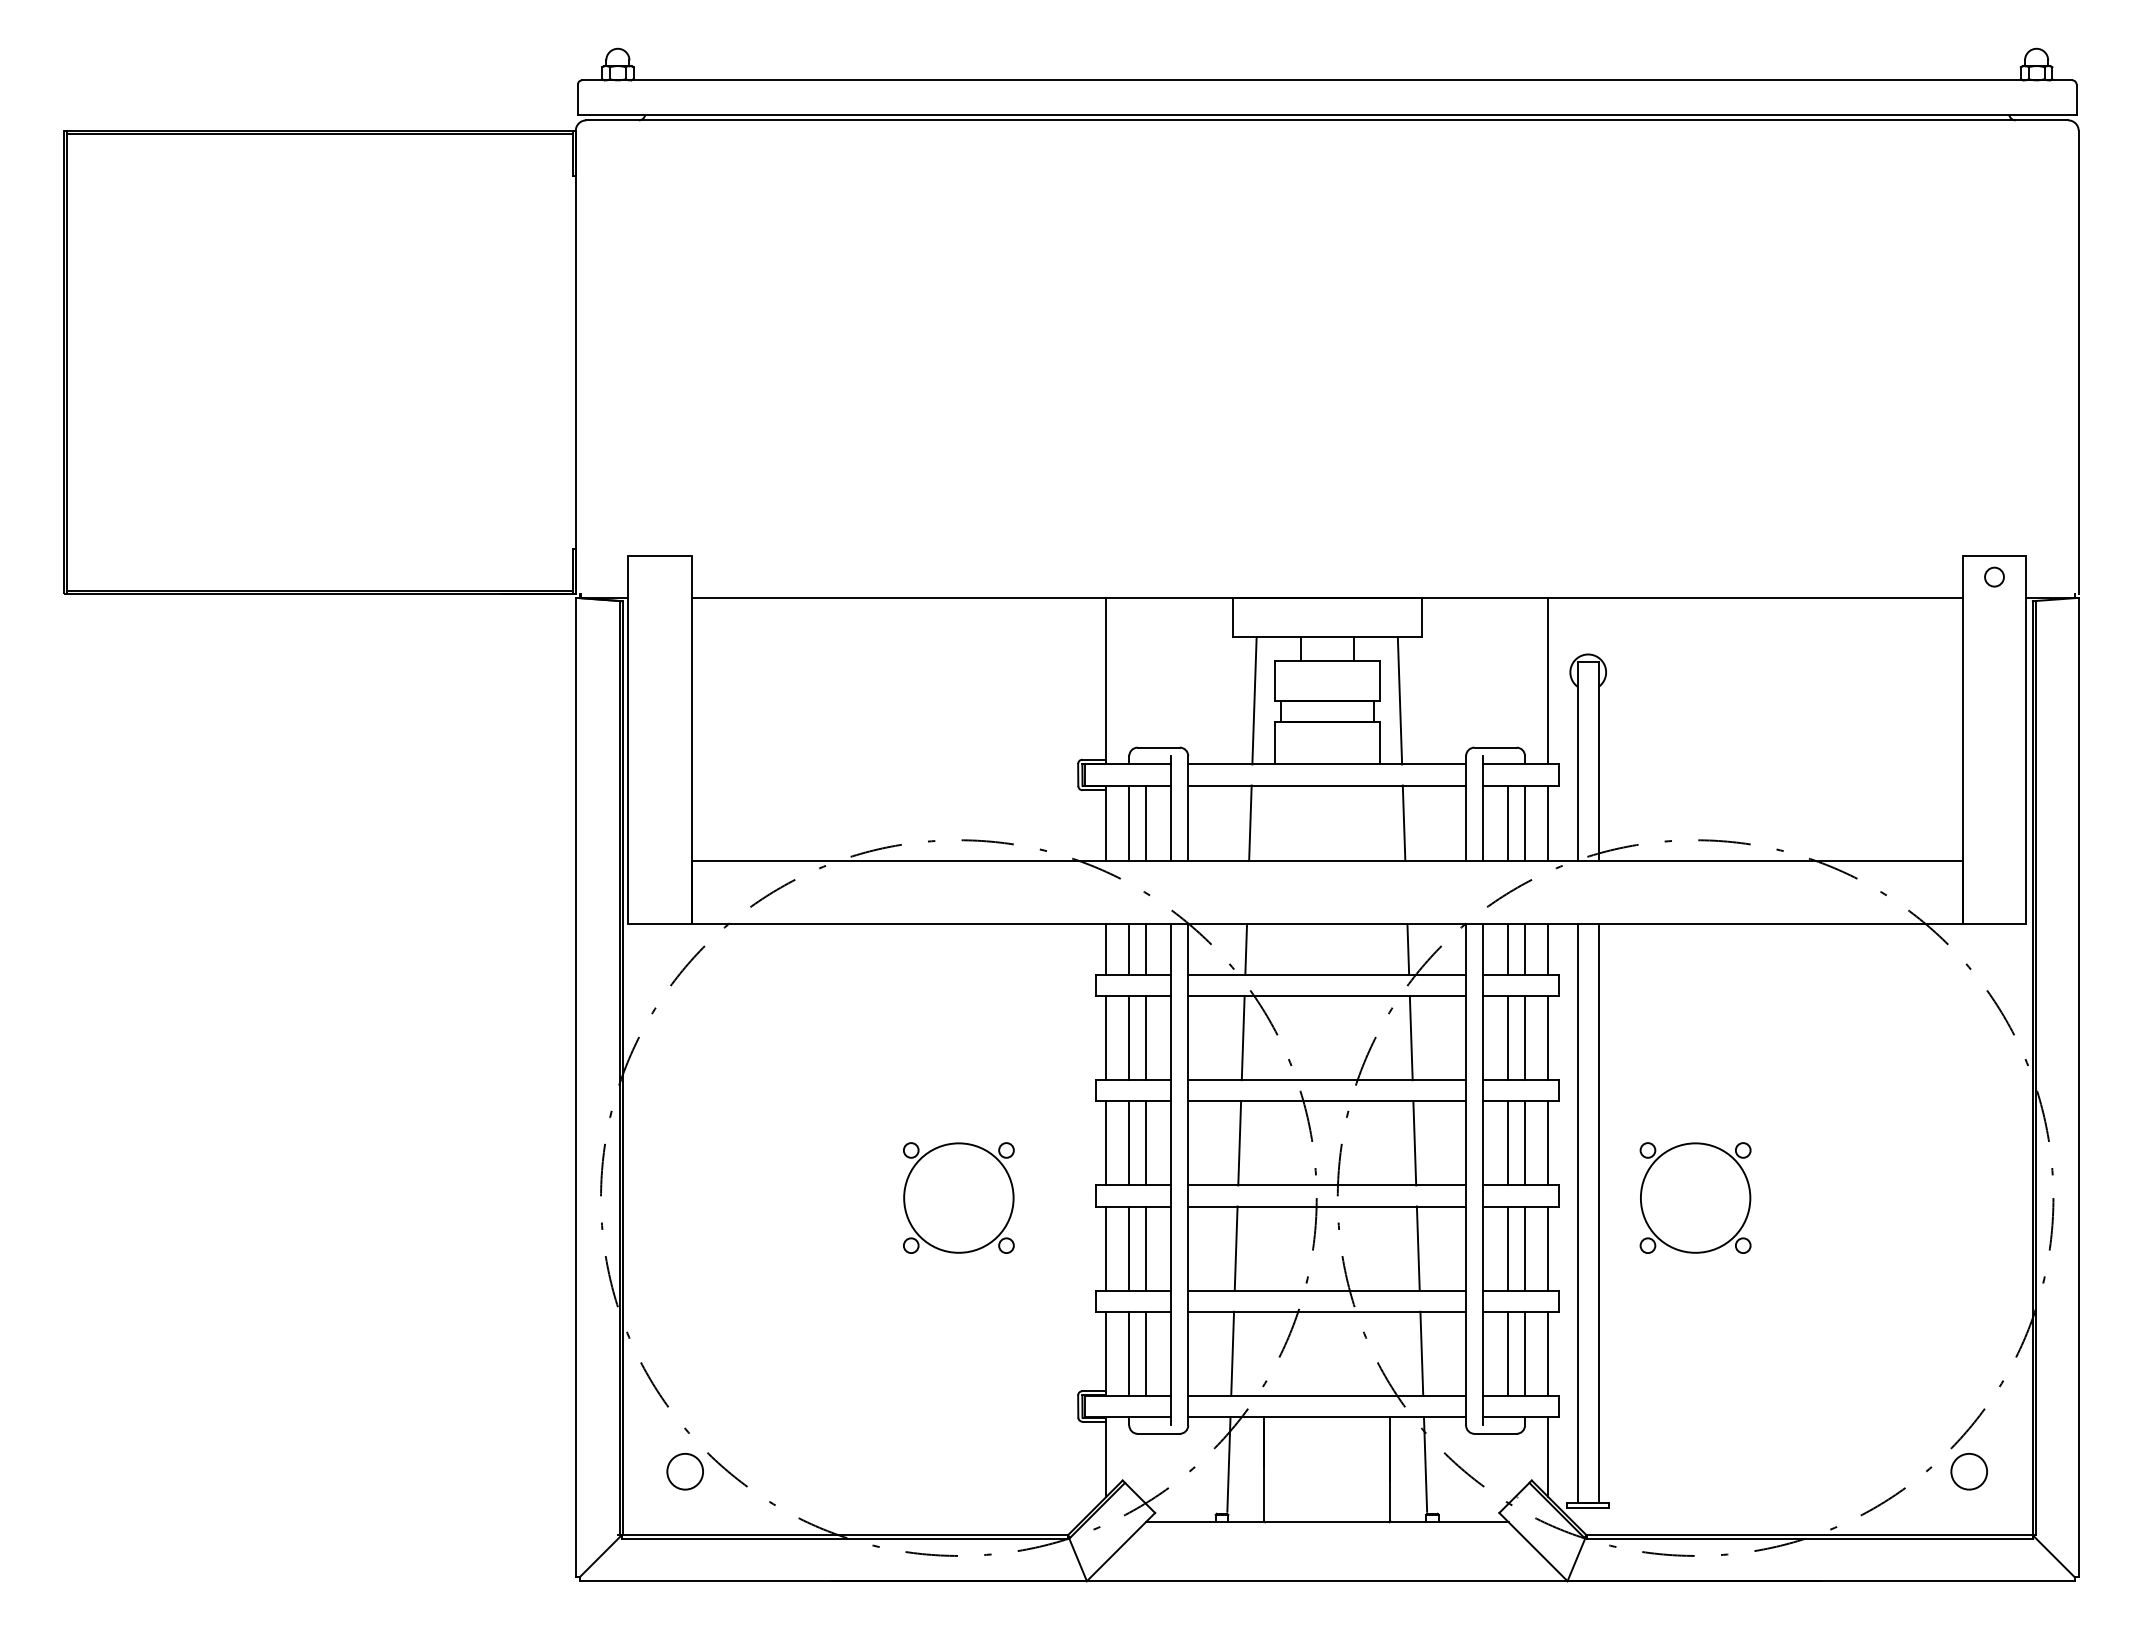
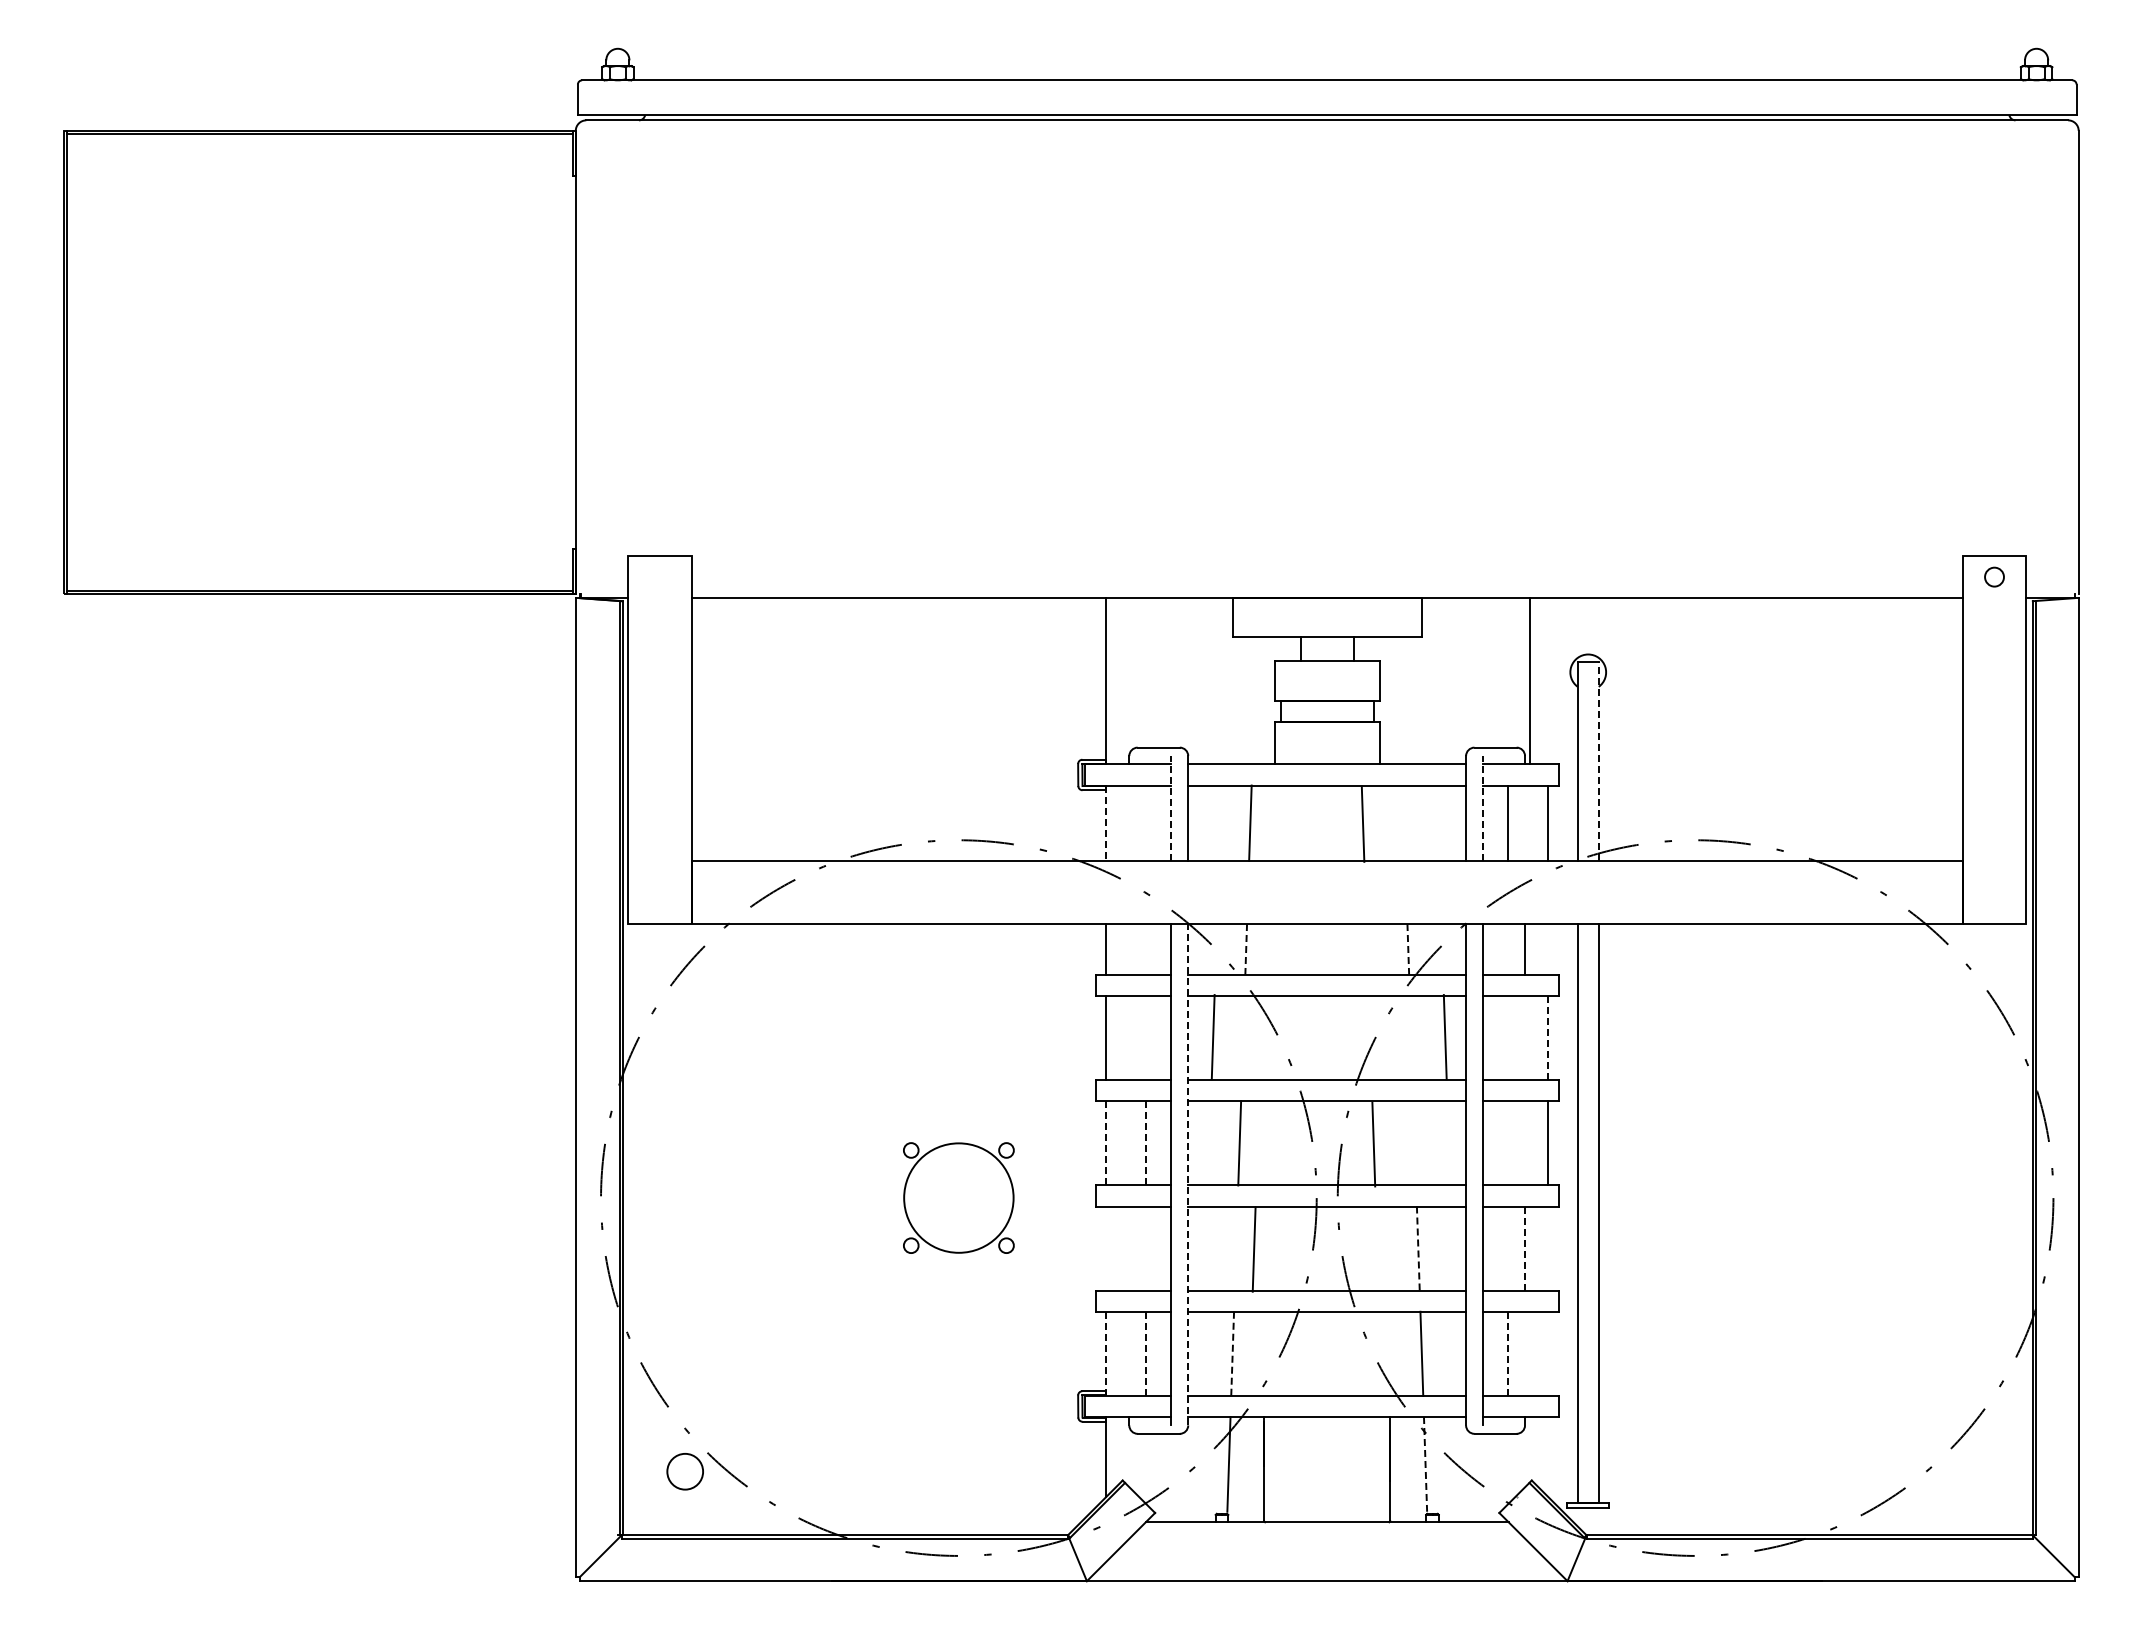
line at (1548, 681) position: (1548, 681) -> (1530, 681)
line at (1254, 700): present -> none
line at (1399, 700): present -> none
line at (1598, 761): solid -> dashed
line at (1171, 807): solid -> dashed
line at (1482, 807): solid -> dashed
line at (1129, 822): present -> none
line at (1146, 822): present -> none
line at (1403, 822) position: (1403, 822) -> (1362, 823)
line at (1525, 822): present -> none
line at (1106, 823): solid -> dashed
line at (1129, 949): present -> none
line at (1146, 949): present -> none
line at (1246, 949): solid -> dashed
line at (1408, 949): solid -> dashed
line at (1508, 949): present -> none
line at (1548, 949): present -> none
line at (1129, 1038): present -> none
line at (1146, 1038): present -> none
line at (1242, 1038) position: (1242, 1038) -> (1212, 1037)
line at (1410, 1038) position: (1410, 1038) -> (1444, 1037)
line at (1508, 1038): present -> none
line at (1525, 1038): present -> none
line at (1548, 1038): solid -> dashed
line at (1146, 1142): solid -> dashed
line at (1106, 1143): solid -> dashed
line at (1129, 1143): present -> none
line at (1414, 1143) position: (1414, 1143) -> (1373, 1144)
line at (1508, 1143): present -> none
line at (1525, 1143): present -> none
line at (1188, 1174): solid -> dashed
part at (1695, 1197): present -> none
line at (1106, 1248): present -> none
line at (1129, 1248): present -> none
line at (1146, 1248): present -> none
line at (1235, 1248) position: (1235, 1248) -> (1253, 1249)
line at (1508, 1248): present -> none
line at (1525, 1248): solid -> dashed
line at (1548, 1248): present -> none
line at (1418, 1249): solid -> dashed
line at (1129, 1353): present -> none
line at (1146, 1353): solid -> dashed
line at (1508, 1353): solid -> dashed
line at (1525, 1353): present -> none
line at (1548, 1353): present -> none
line at (1106, 1354): solid -> dashed
line at (1232, 1354): solid -> dashed
line at (1548, 1457): present -> none
line at (1425, 1464): solid -> dashed
circle at (1968, 1471): present -> none
